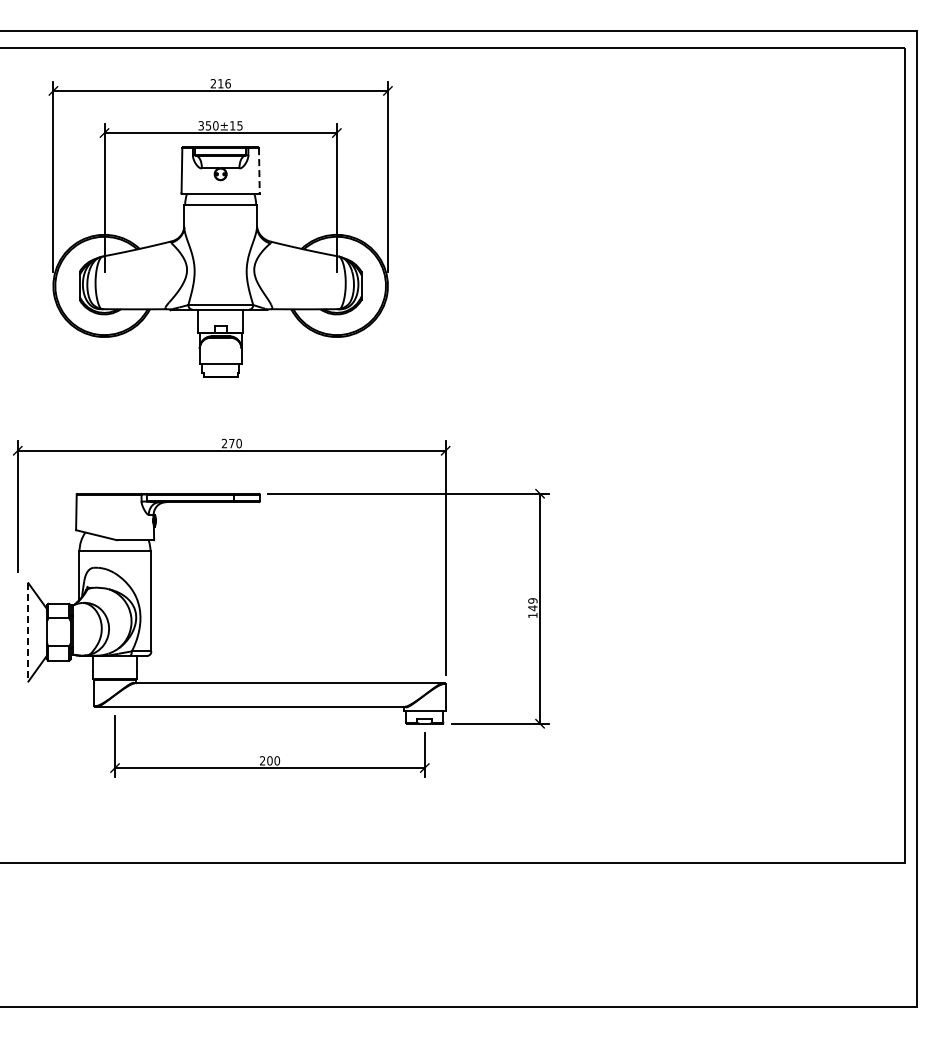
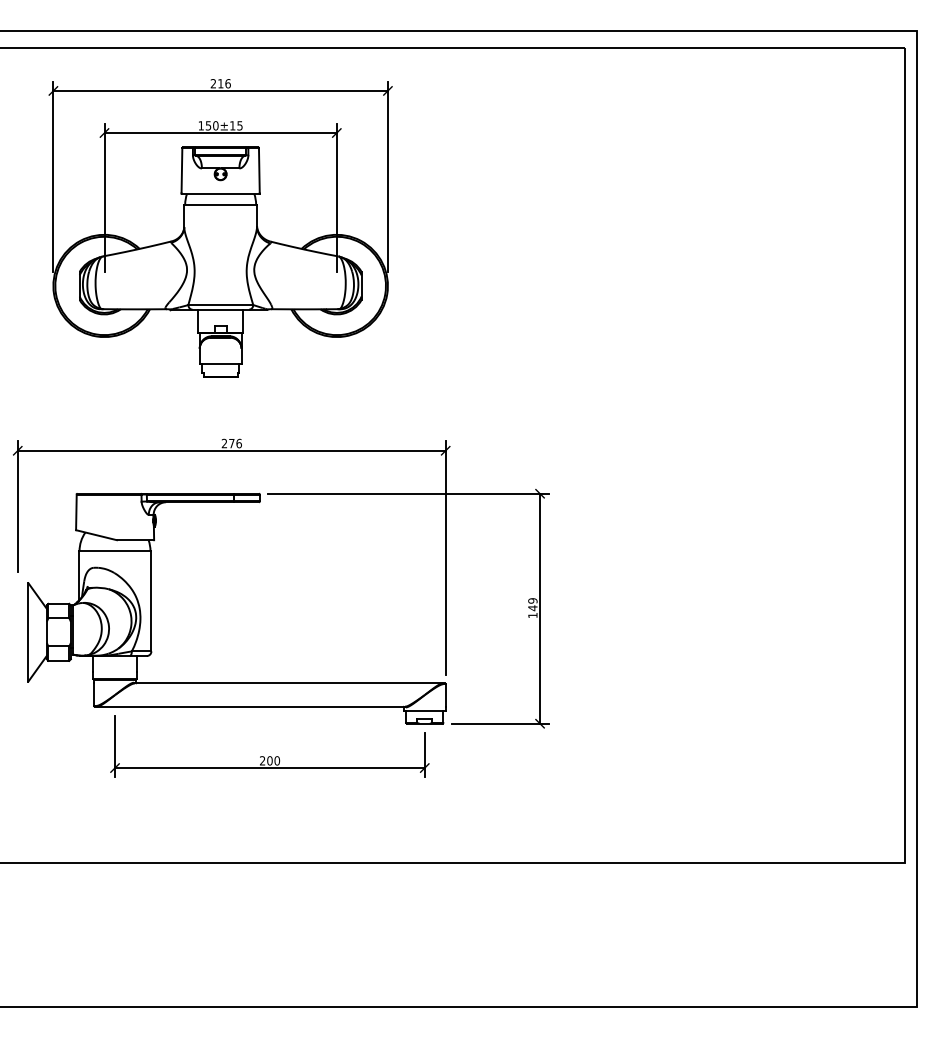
text at (200, 125): 350±15 -> 150±15
line at (259, 170): dashed -> solid
text at (238, 442): 270 -> 276
line at (28, 632): dashed -> solid
